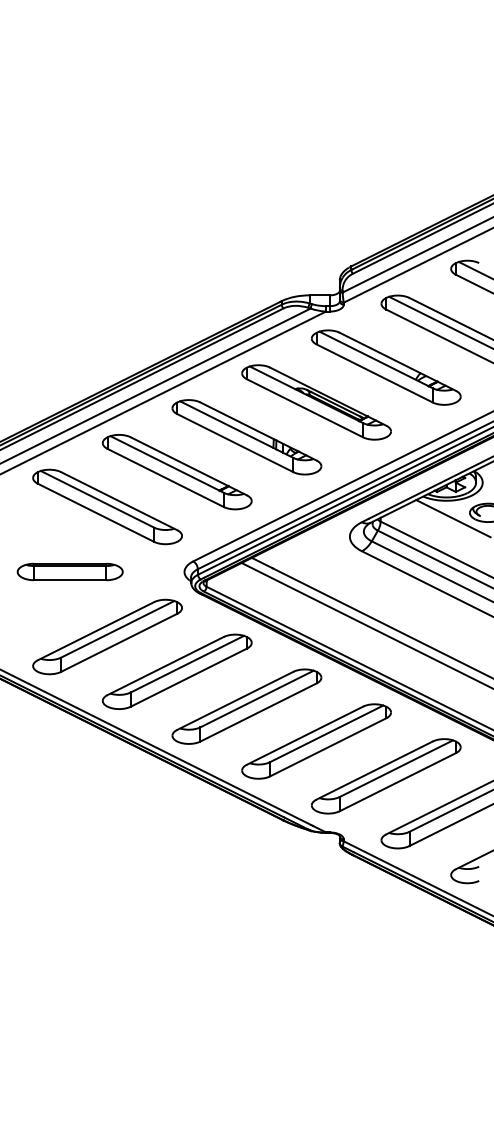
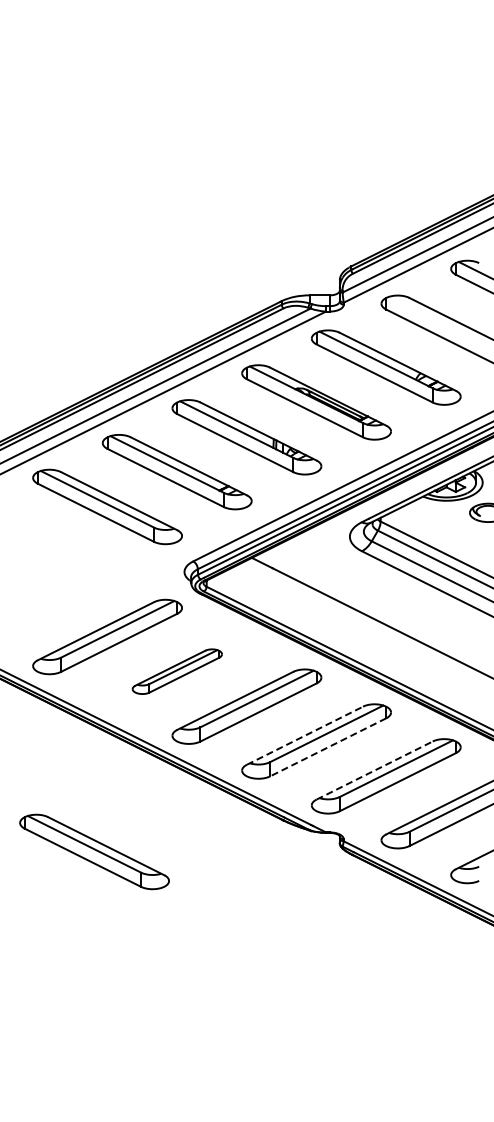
line at (439, 321): present -> none
line at (453, 518): present -> none
part at (69, 571): present -> none
line at (365, 625): present -> none
part at (177, 671) size: 151x77 px -> 92x47 px
line at (304, 735): solid -> dashed
line at (328, 747): solid -> dashed
line at (374, 770): solid -> dashed
part at (94, 851): none -> present
